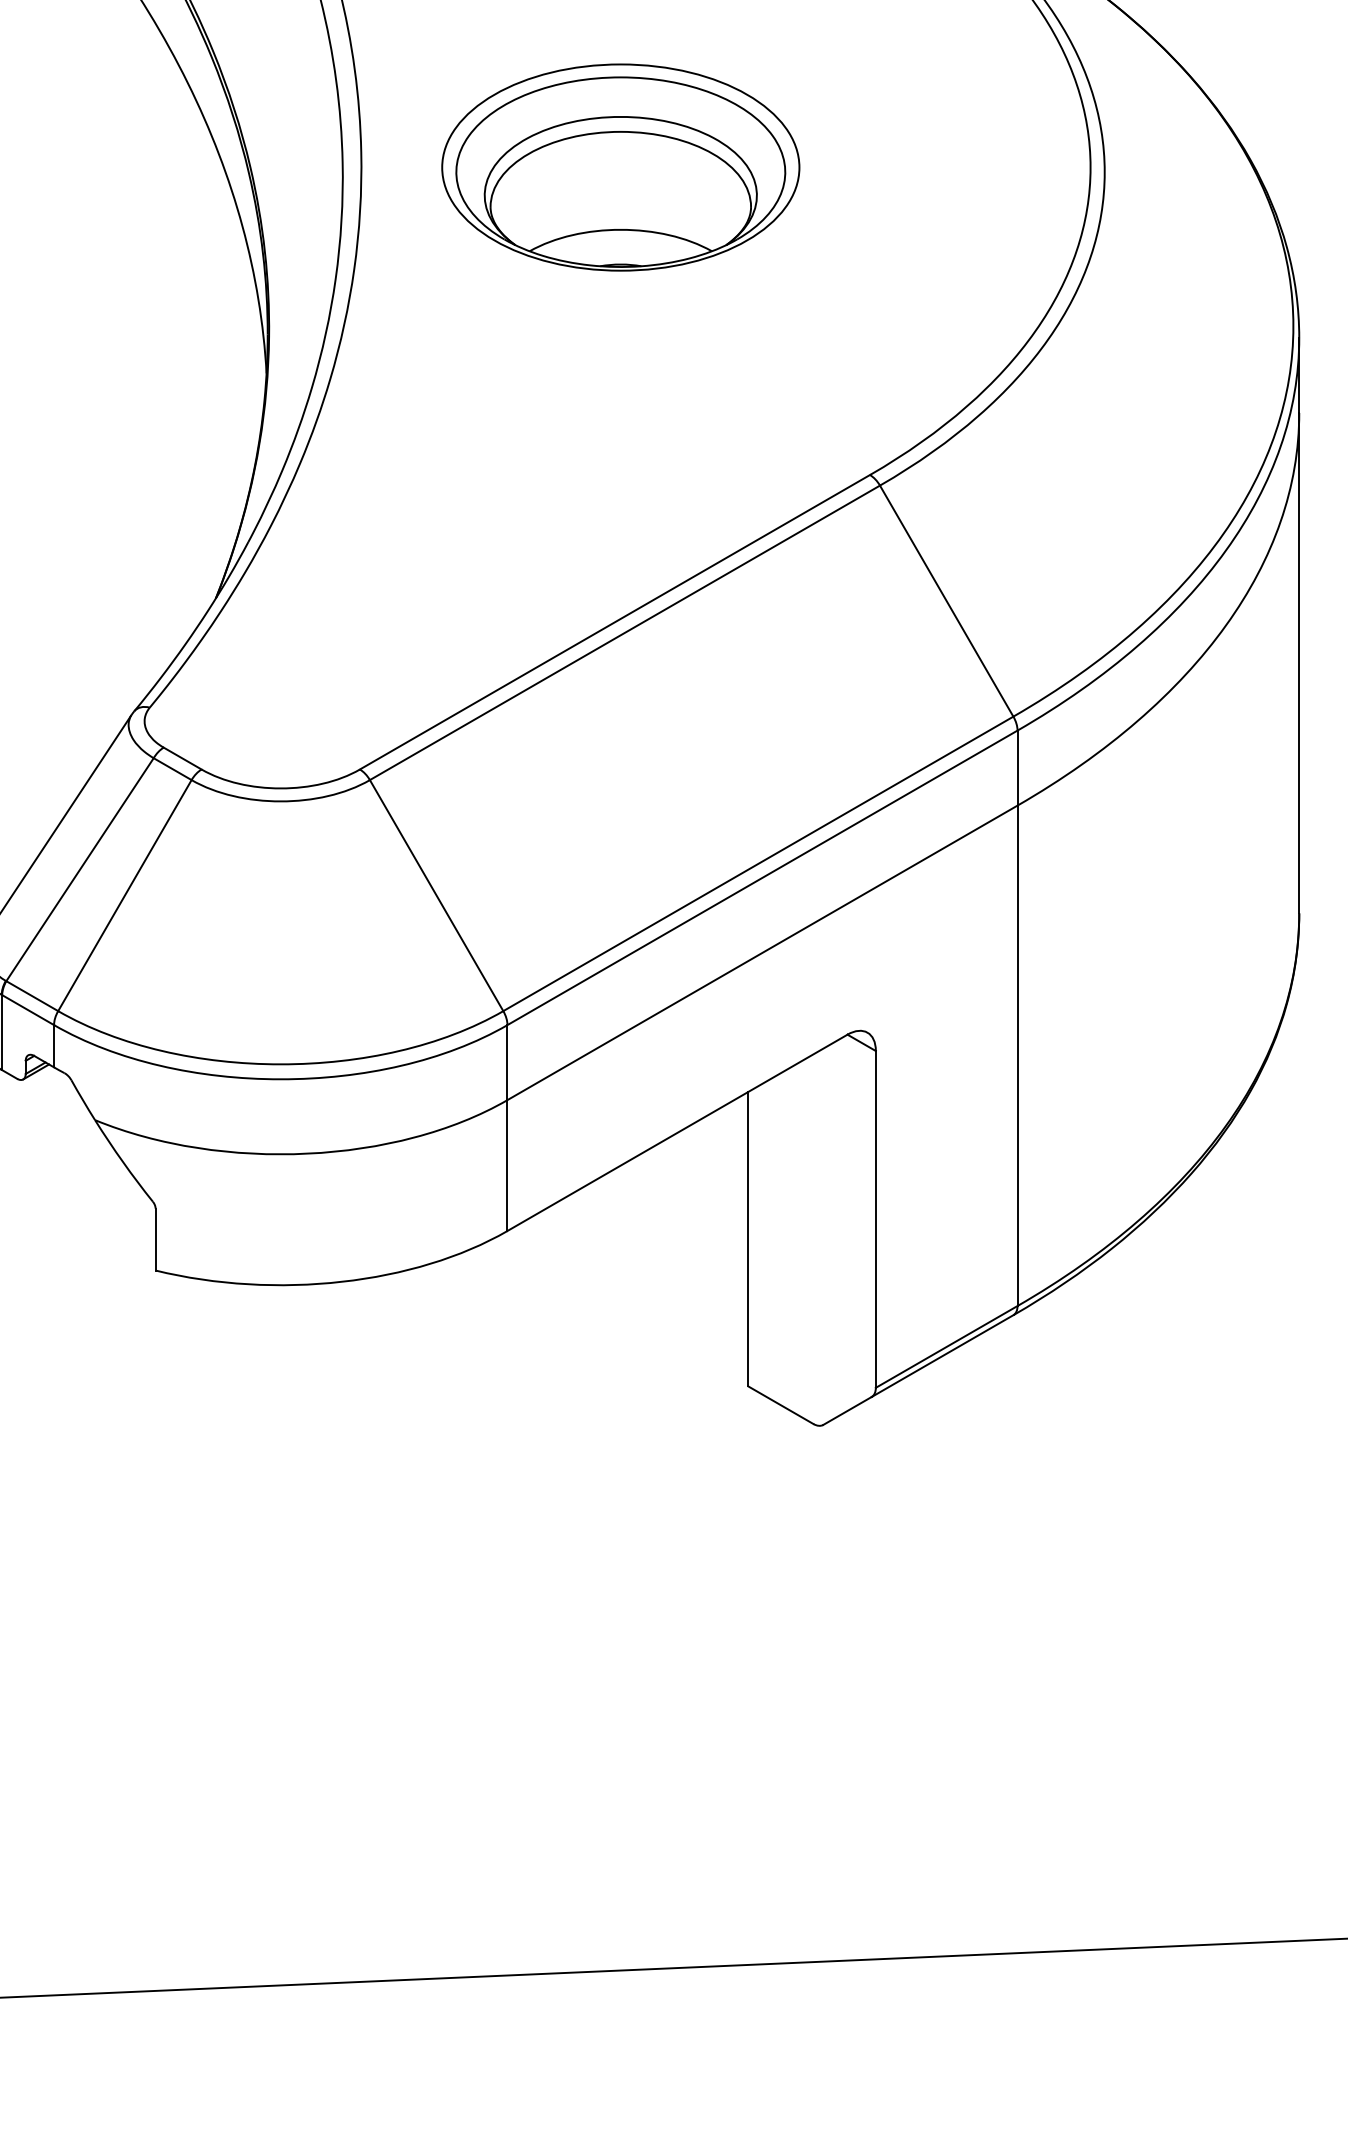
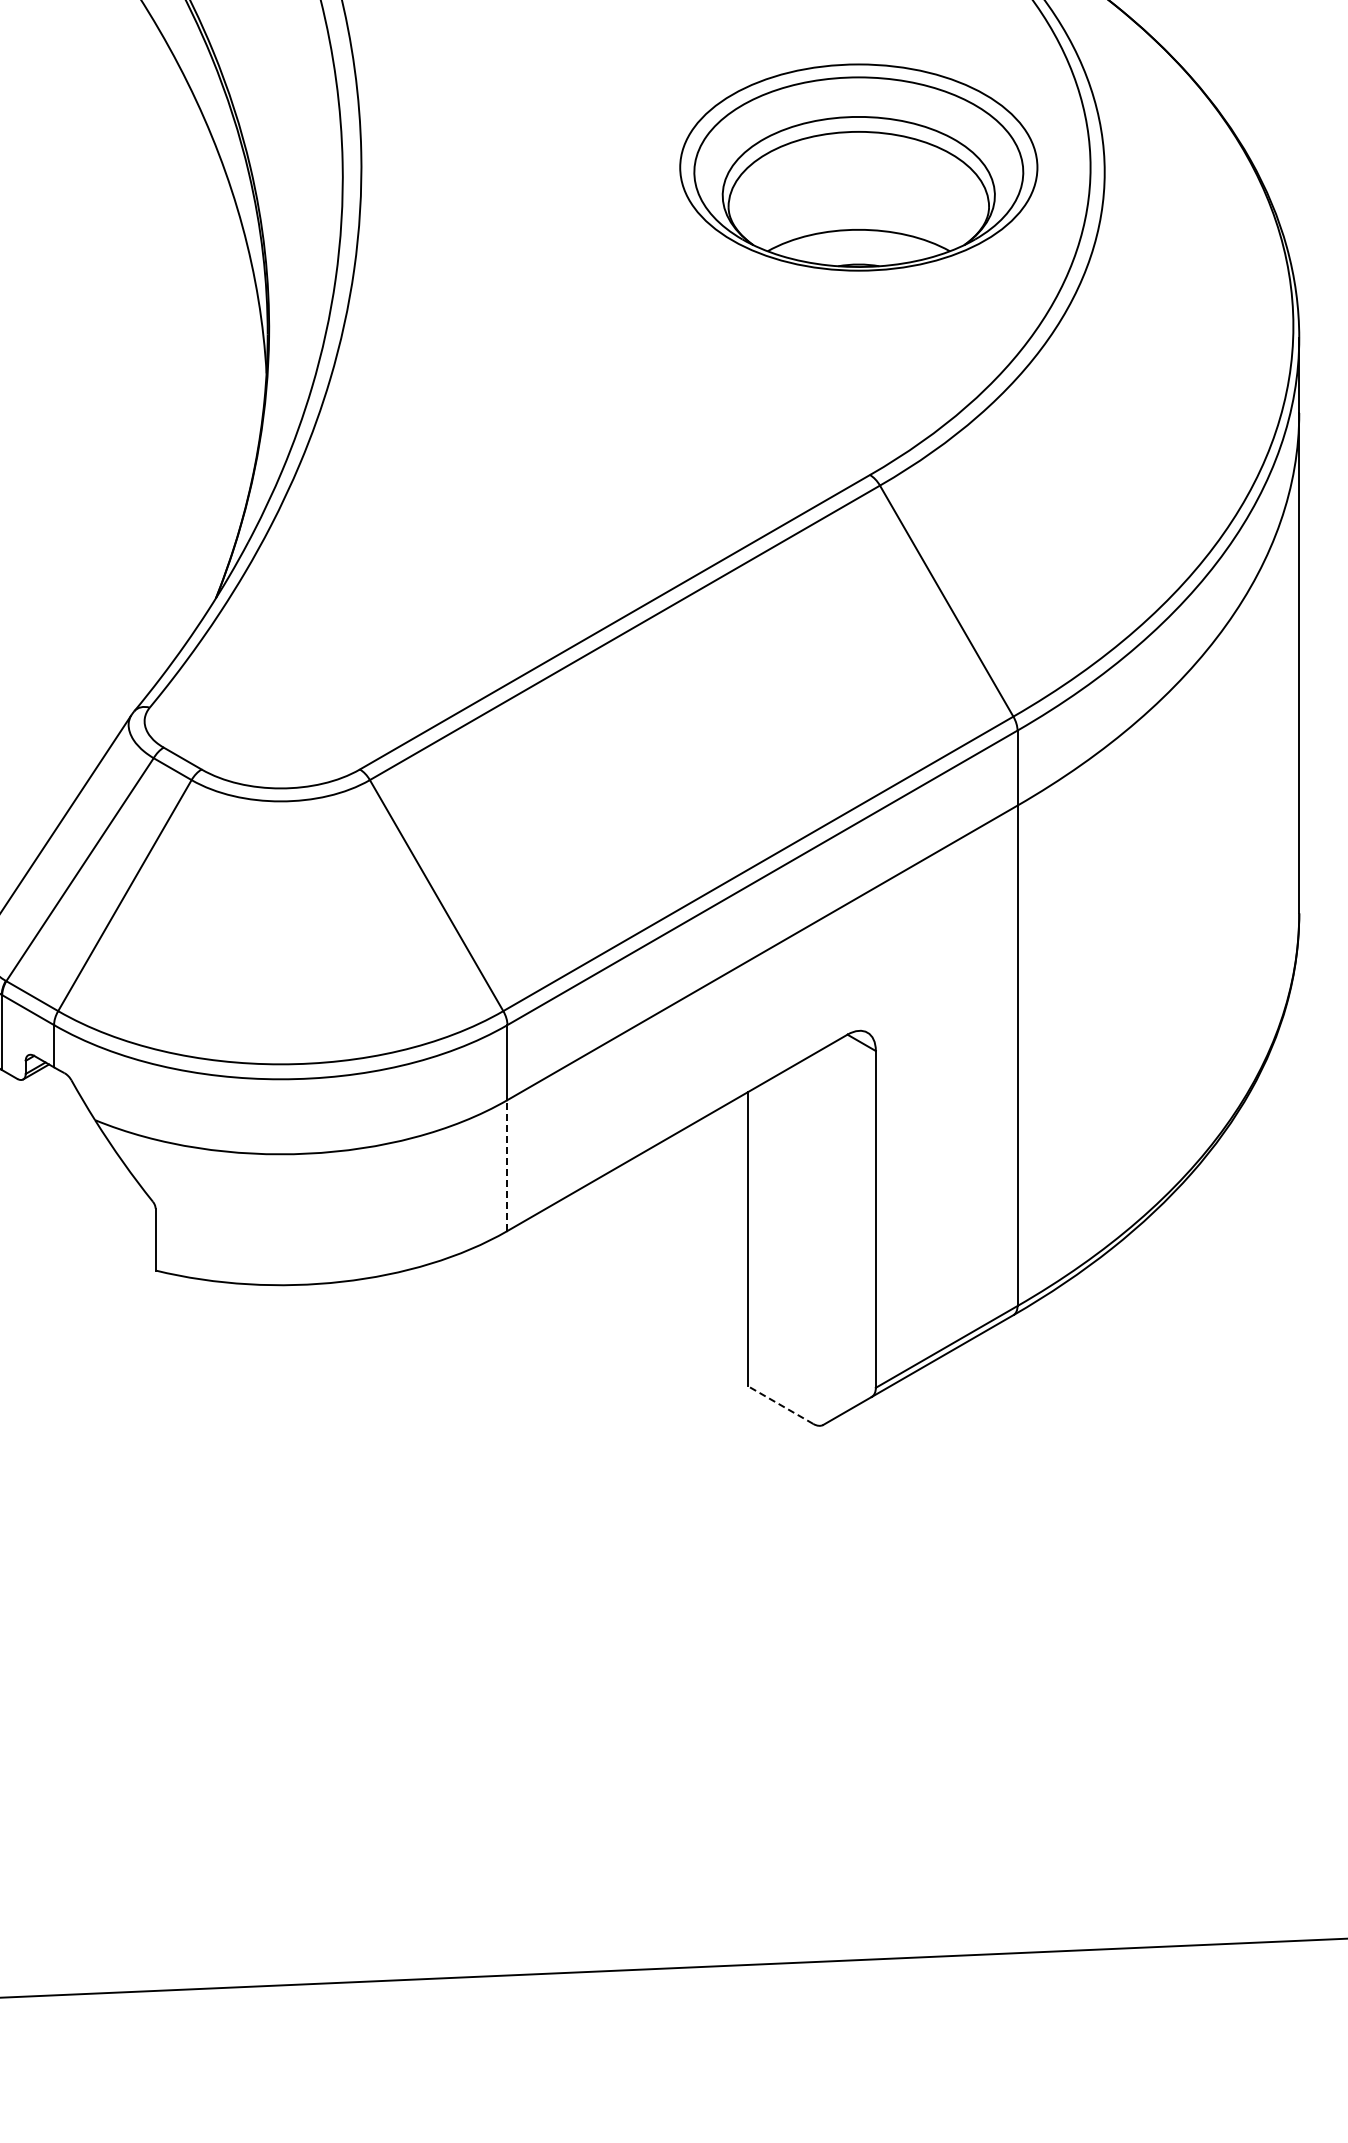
part at (620, 167) position: (620, 167) -> (858, 167)
line at (507, 1165): solid -> dashed
line at (780, 1405): solid -> dashed
